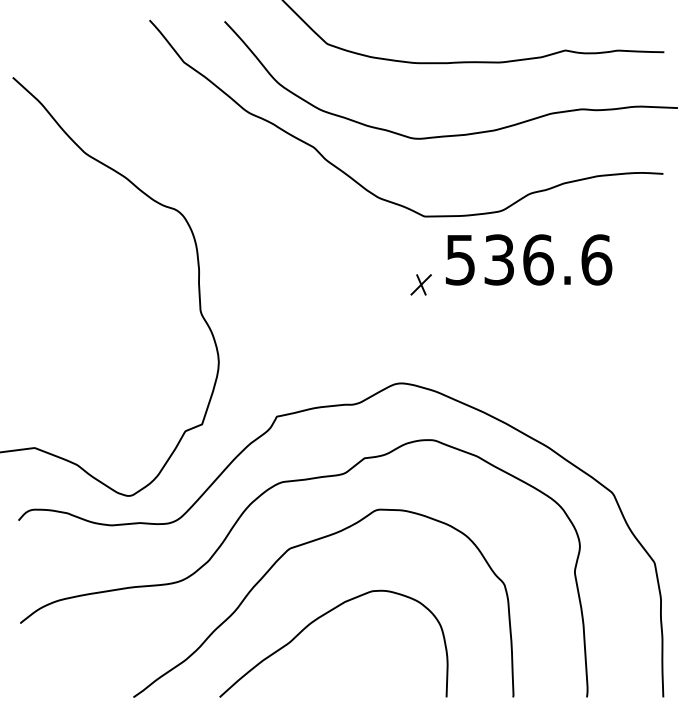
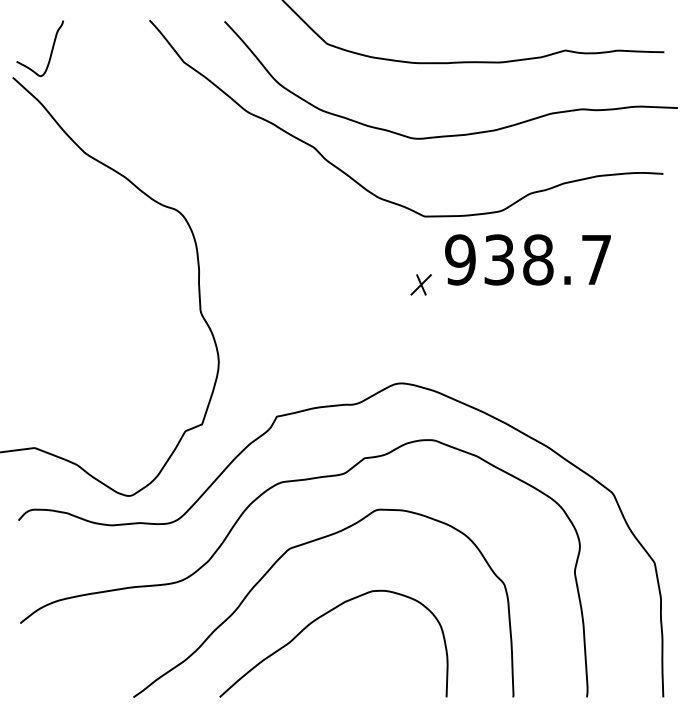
curve at (50, 52): none -> present
text at (528, 259): 536.6 -> 938.7
